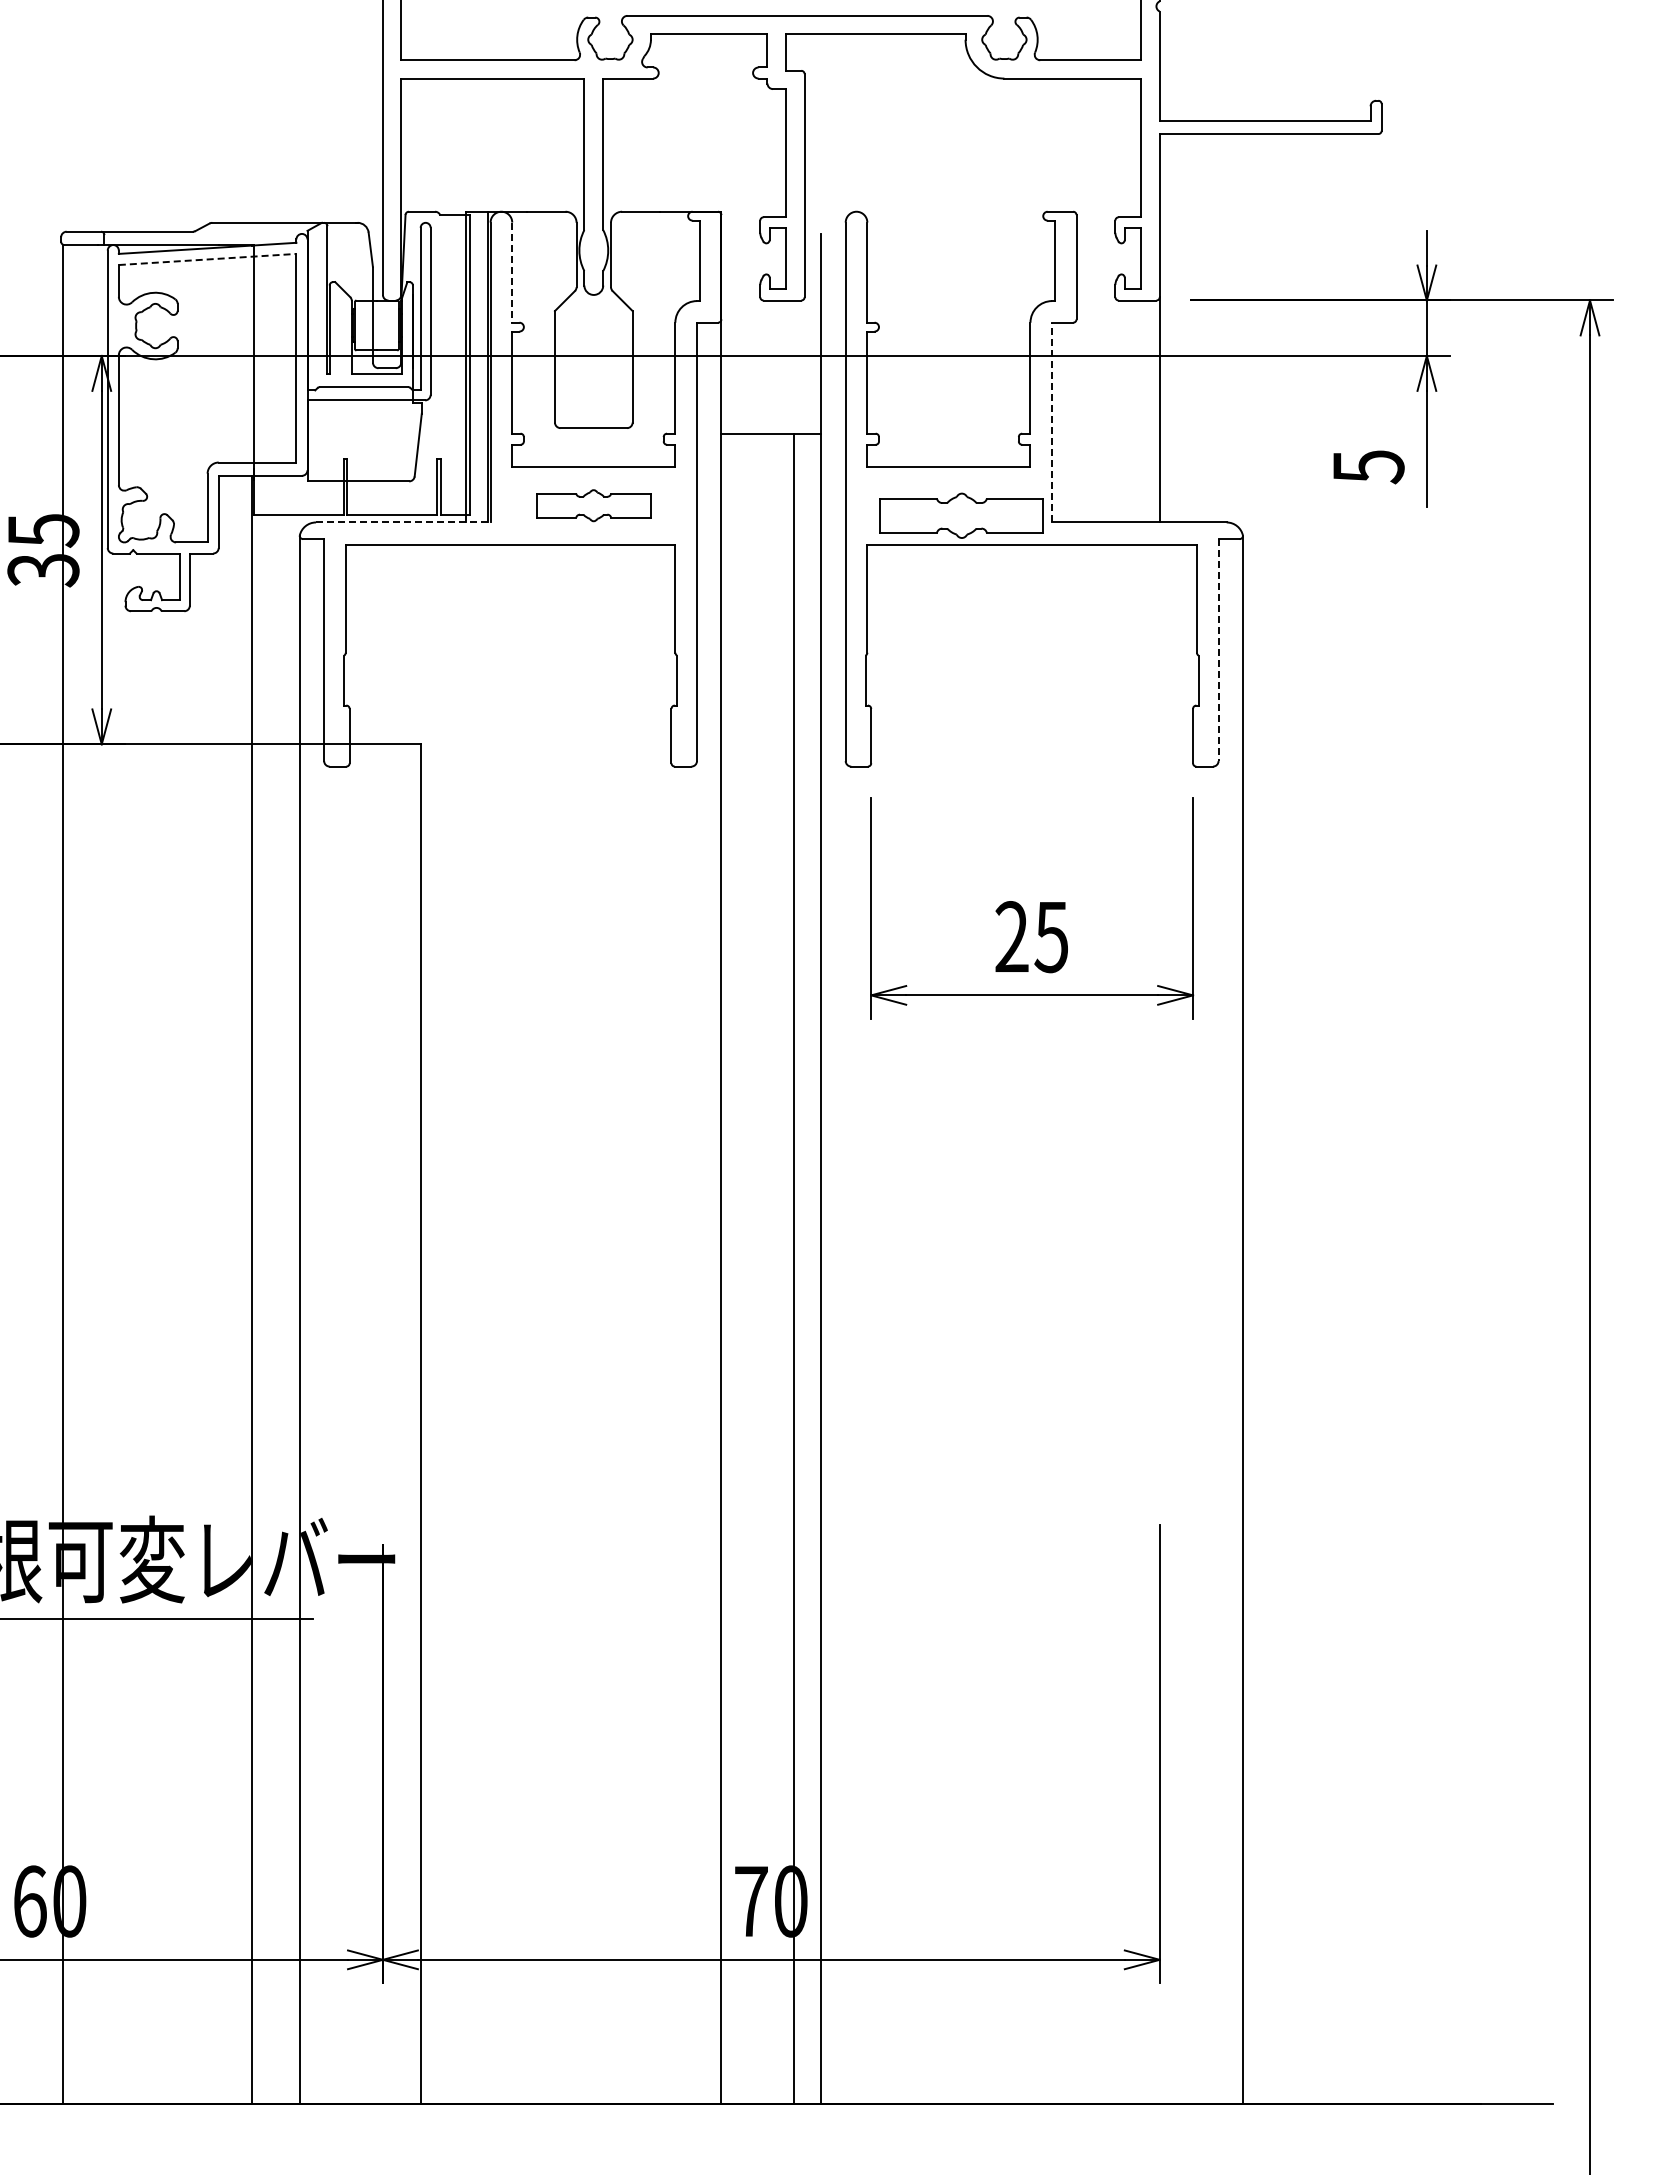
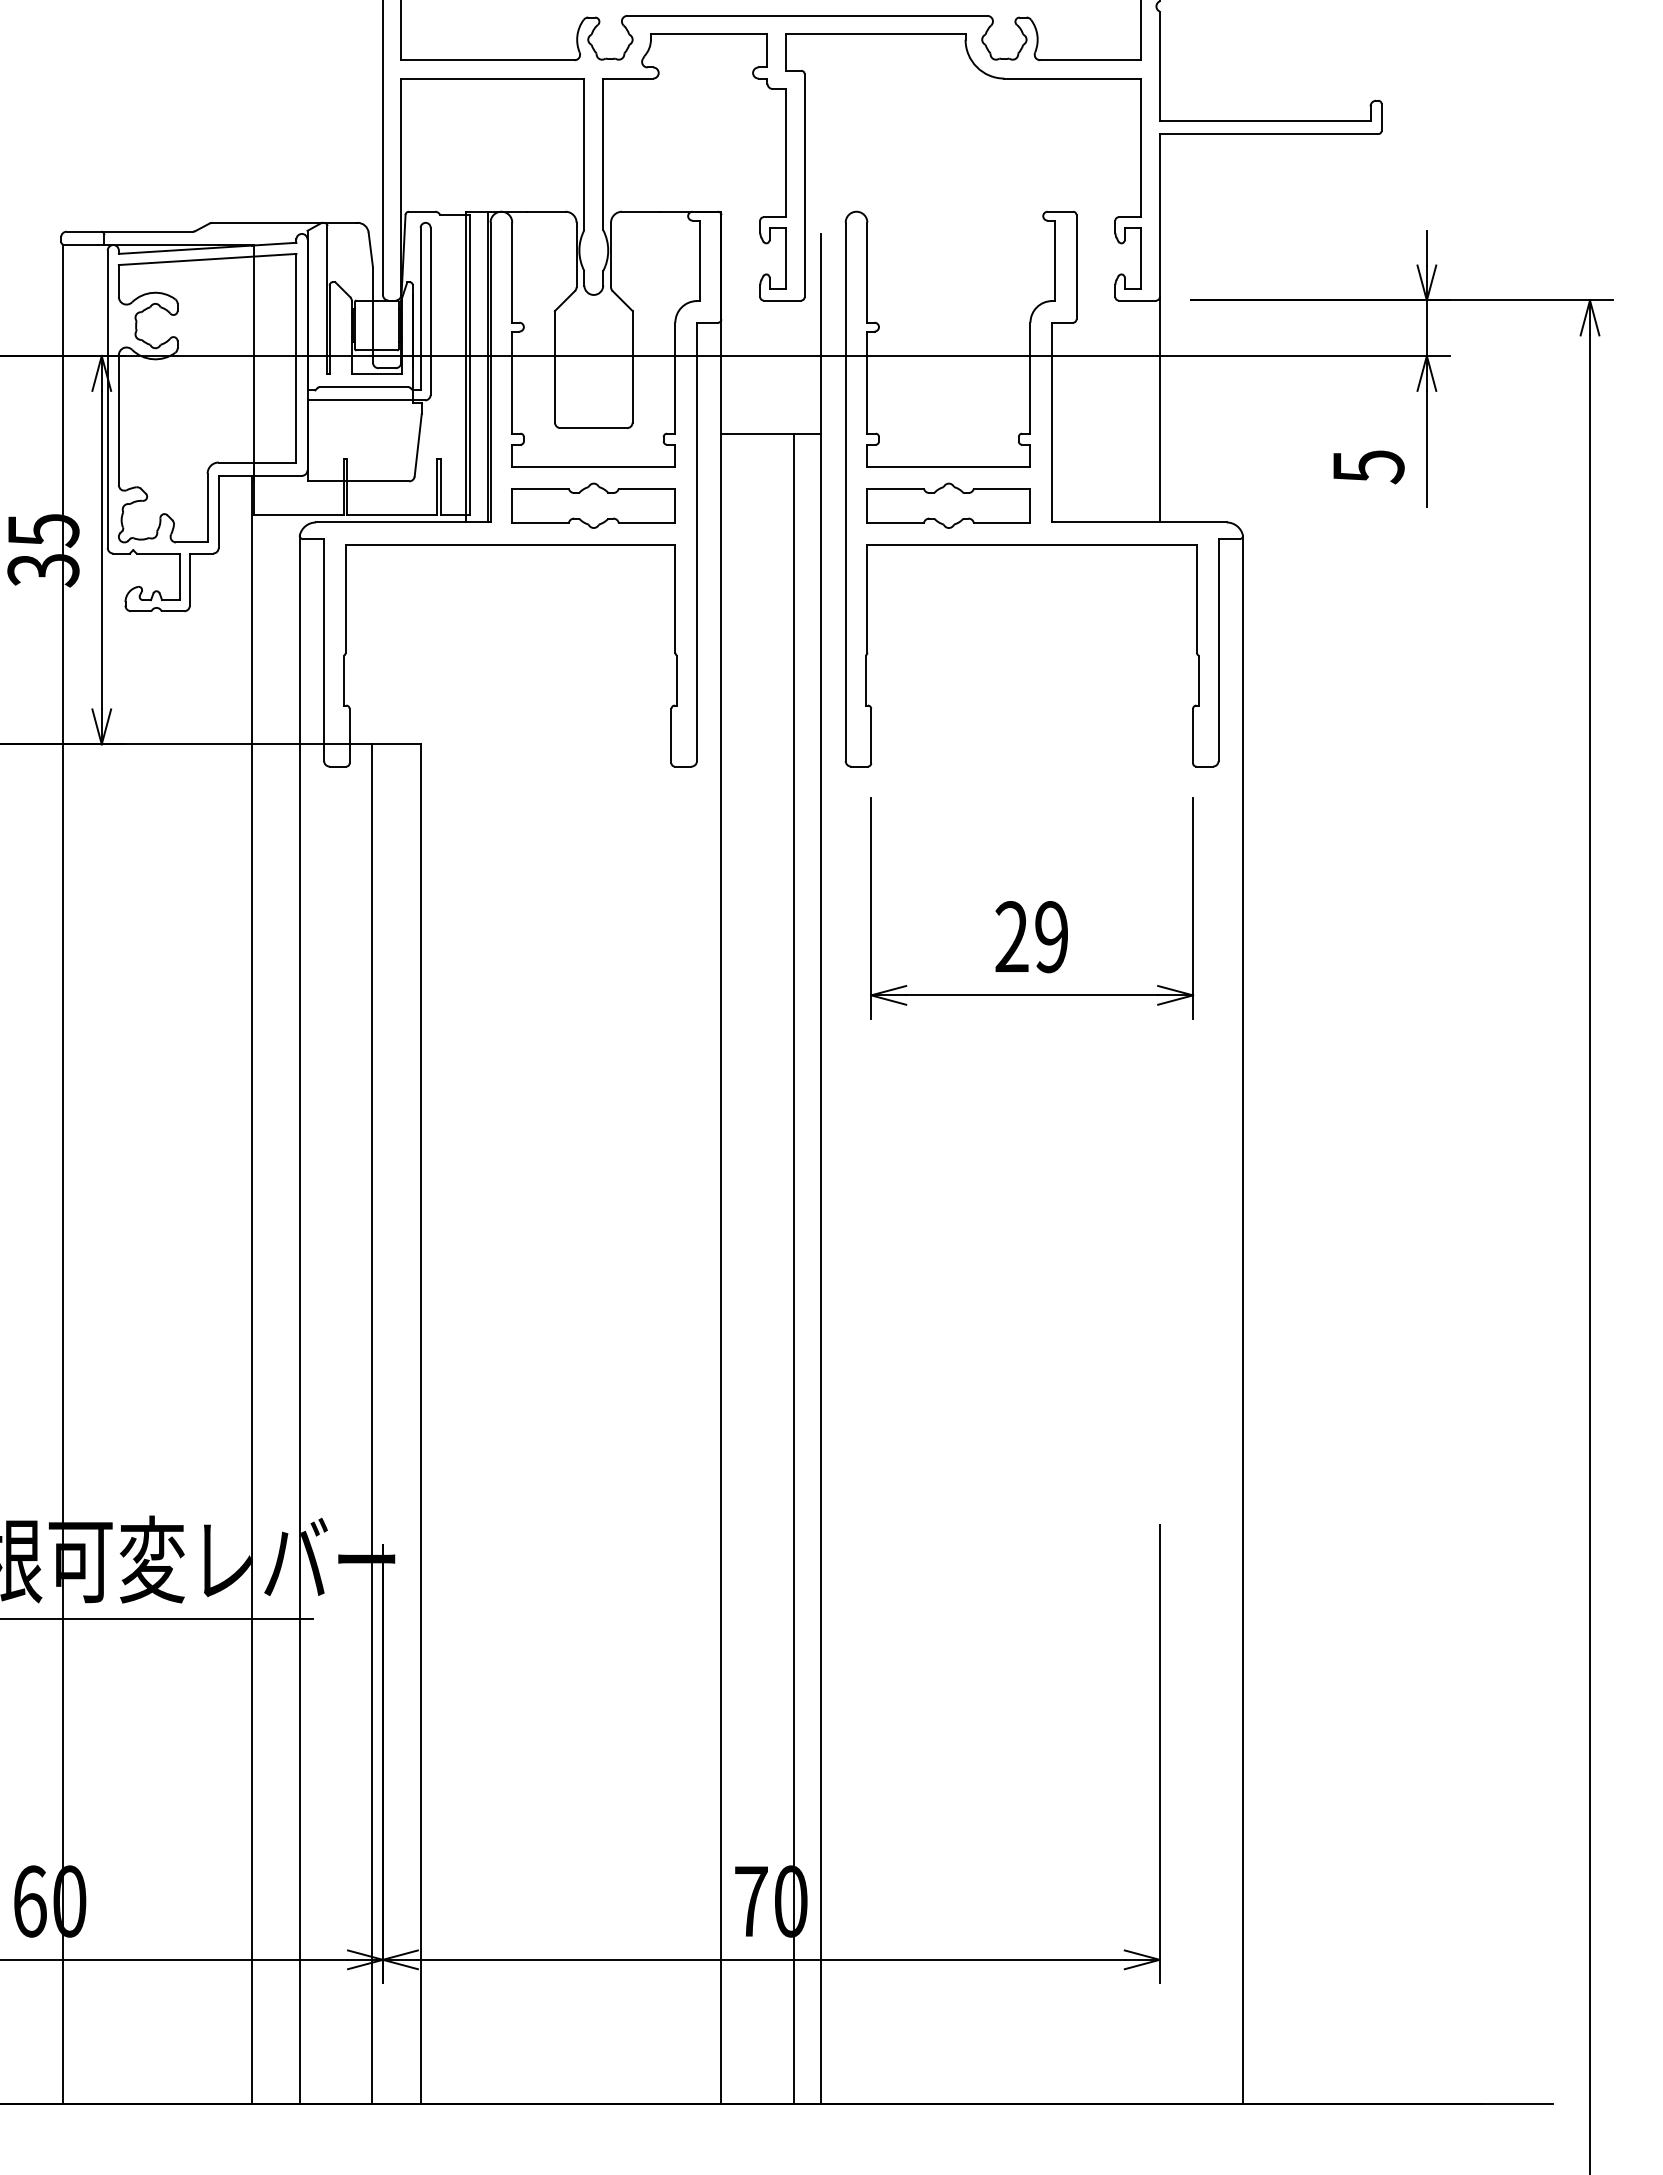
line at (207, 259): dashed -> solid
line at (512, 273): dashed -> solid
line at (1052, 422): dashed -> solid
part at (593, 505) size: 116x34 px -> 165x47 px
part at (961, 515) position: (961, 515) -> (948, 505)
line at (403, 522): dashed -> solid
line at (1218, 650): dashed -> solid
text at (1050, 937): 25 -> 29
line at (371, 1424): none -> present
